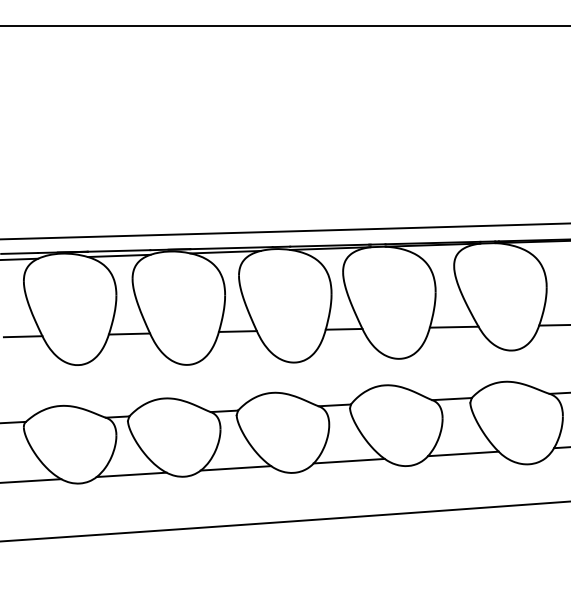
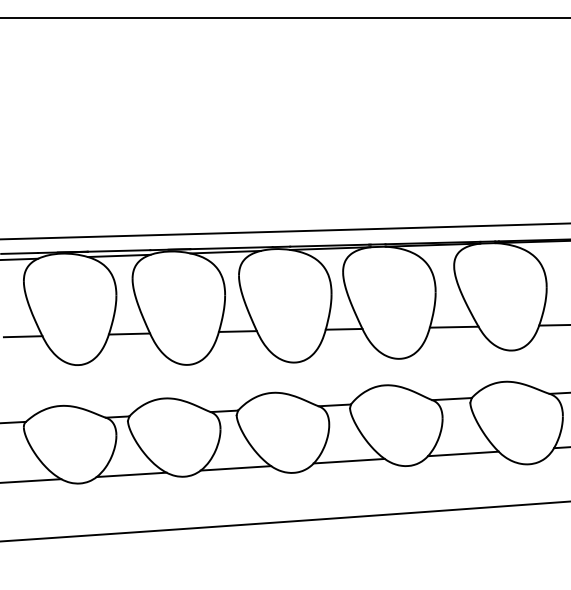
line at (284, 25) position: (284, 25) -> (284, 17)
